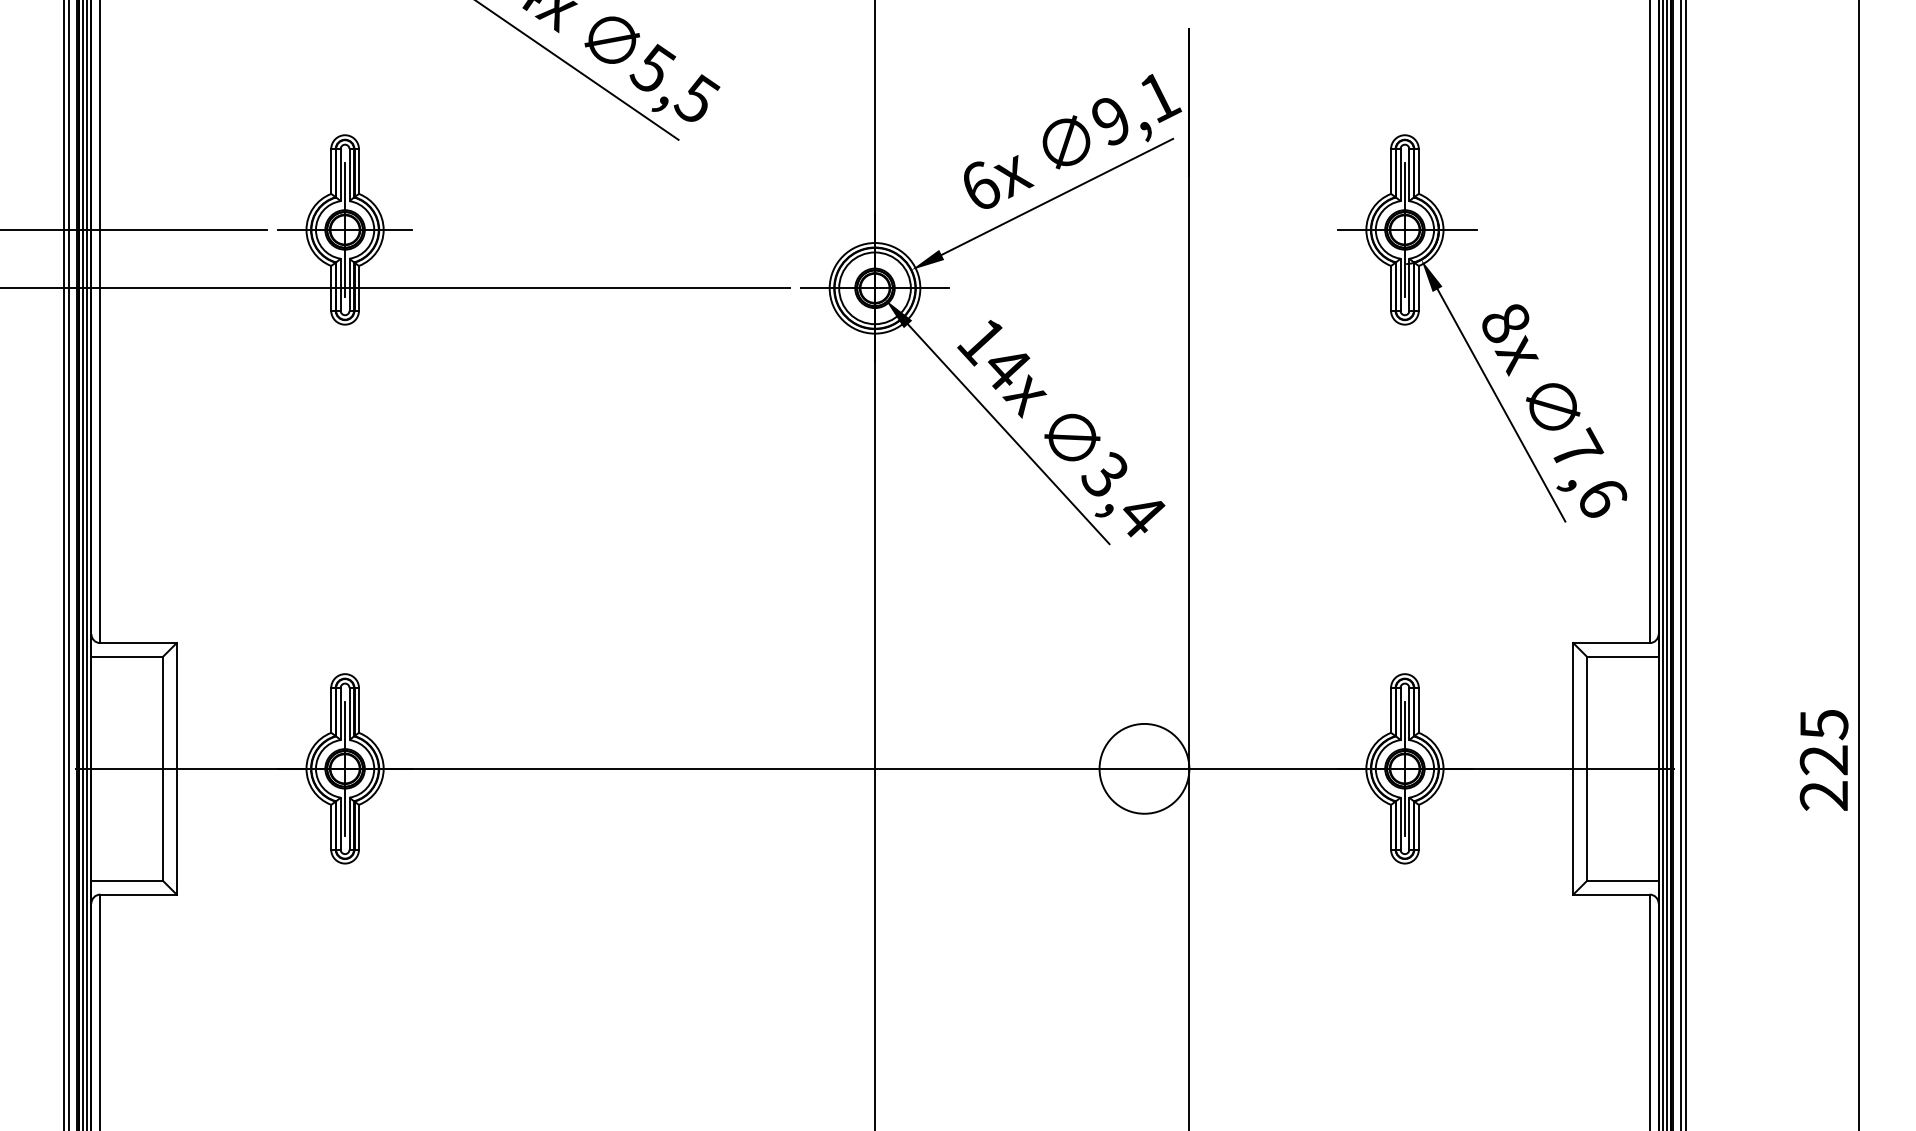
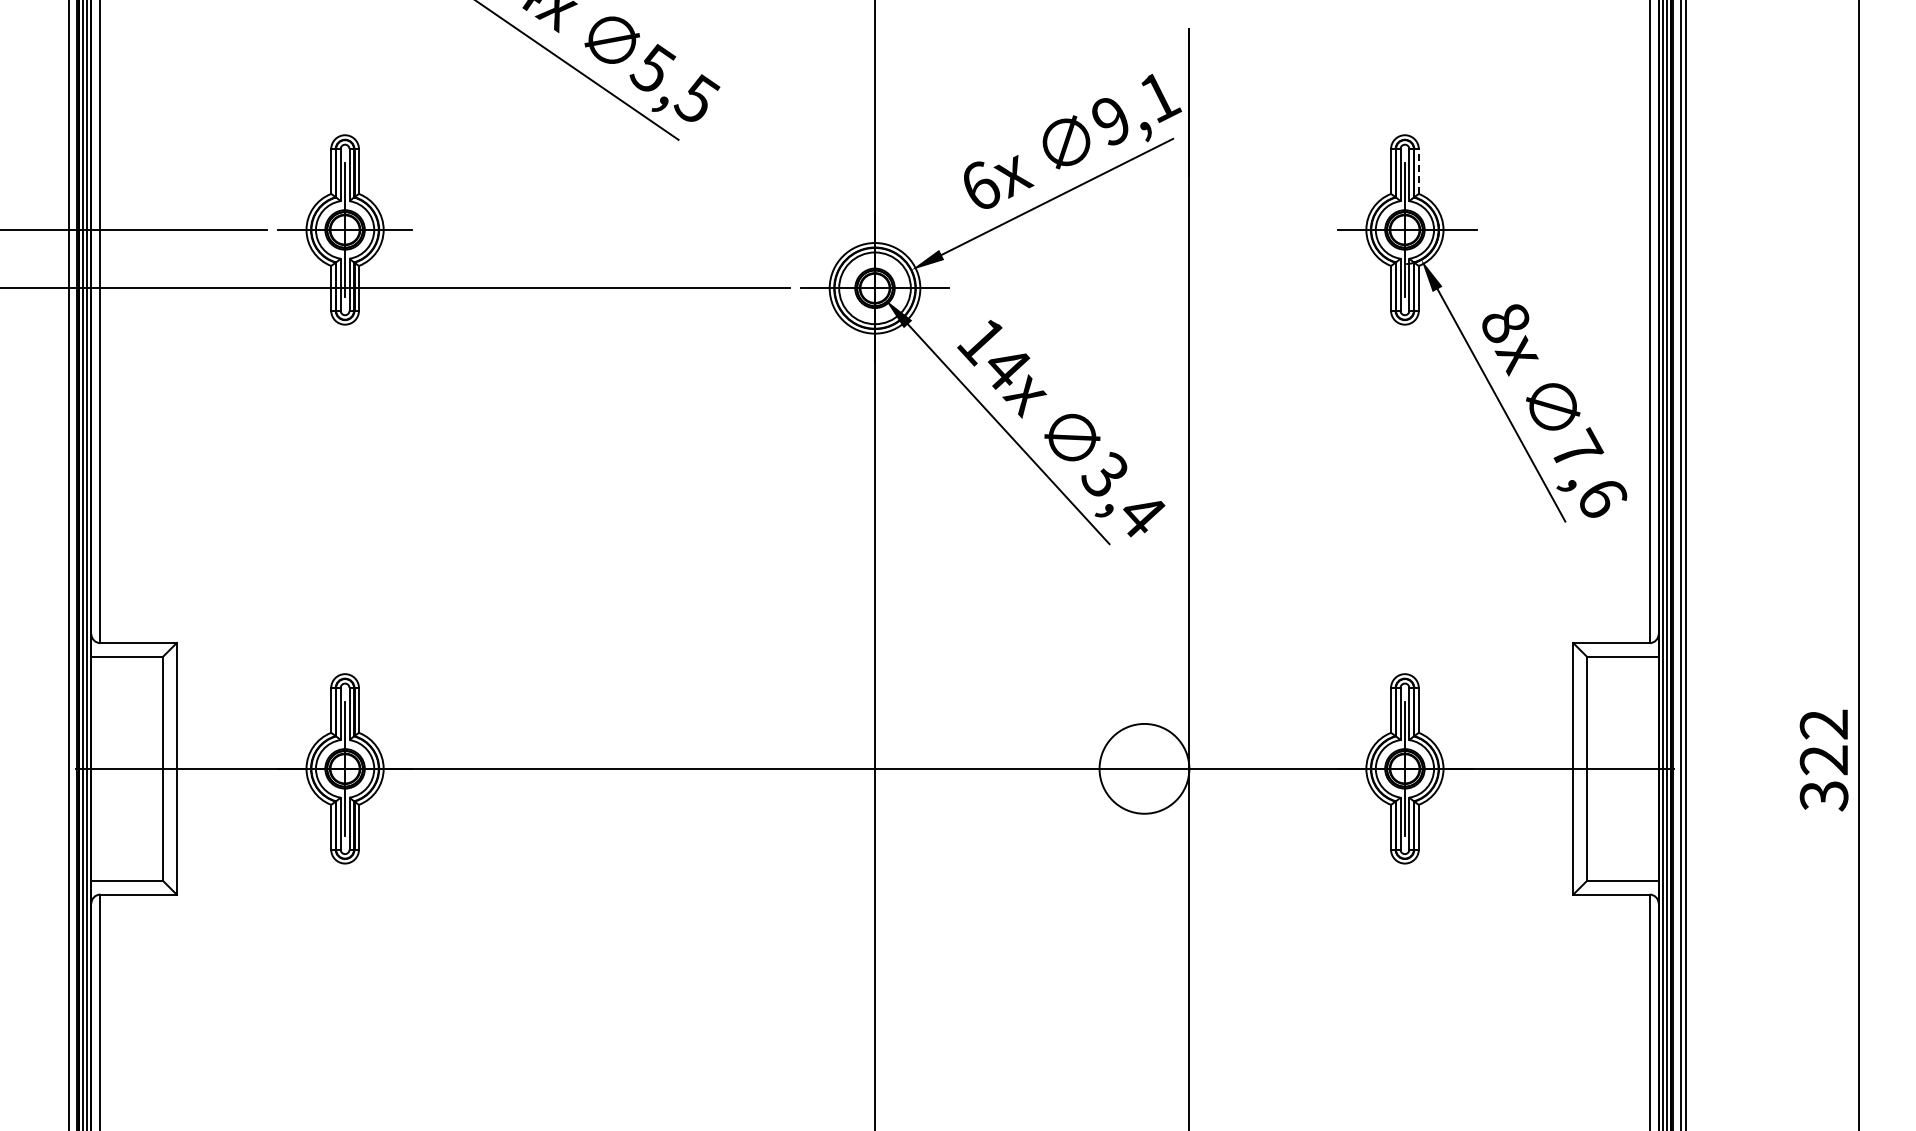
line at (1418, 171): solid -> dashed
line at (64, 564): present -> none
text at (1823, 760): 225 -> 322
